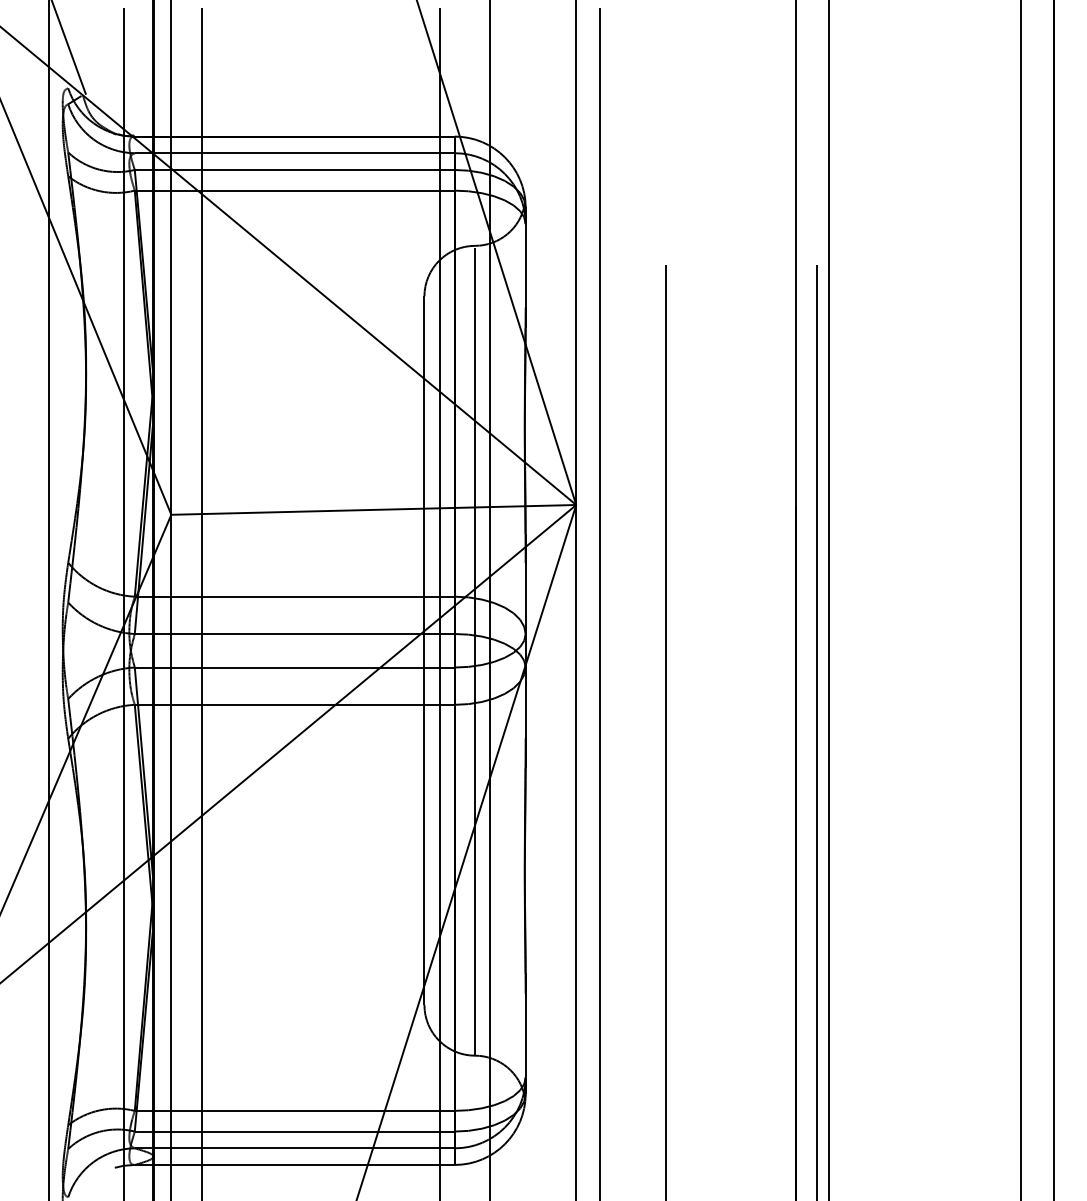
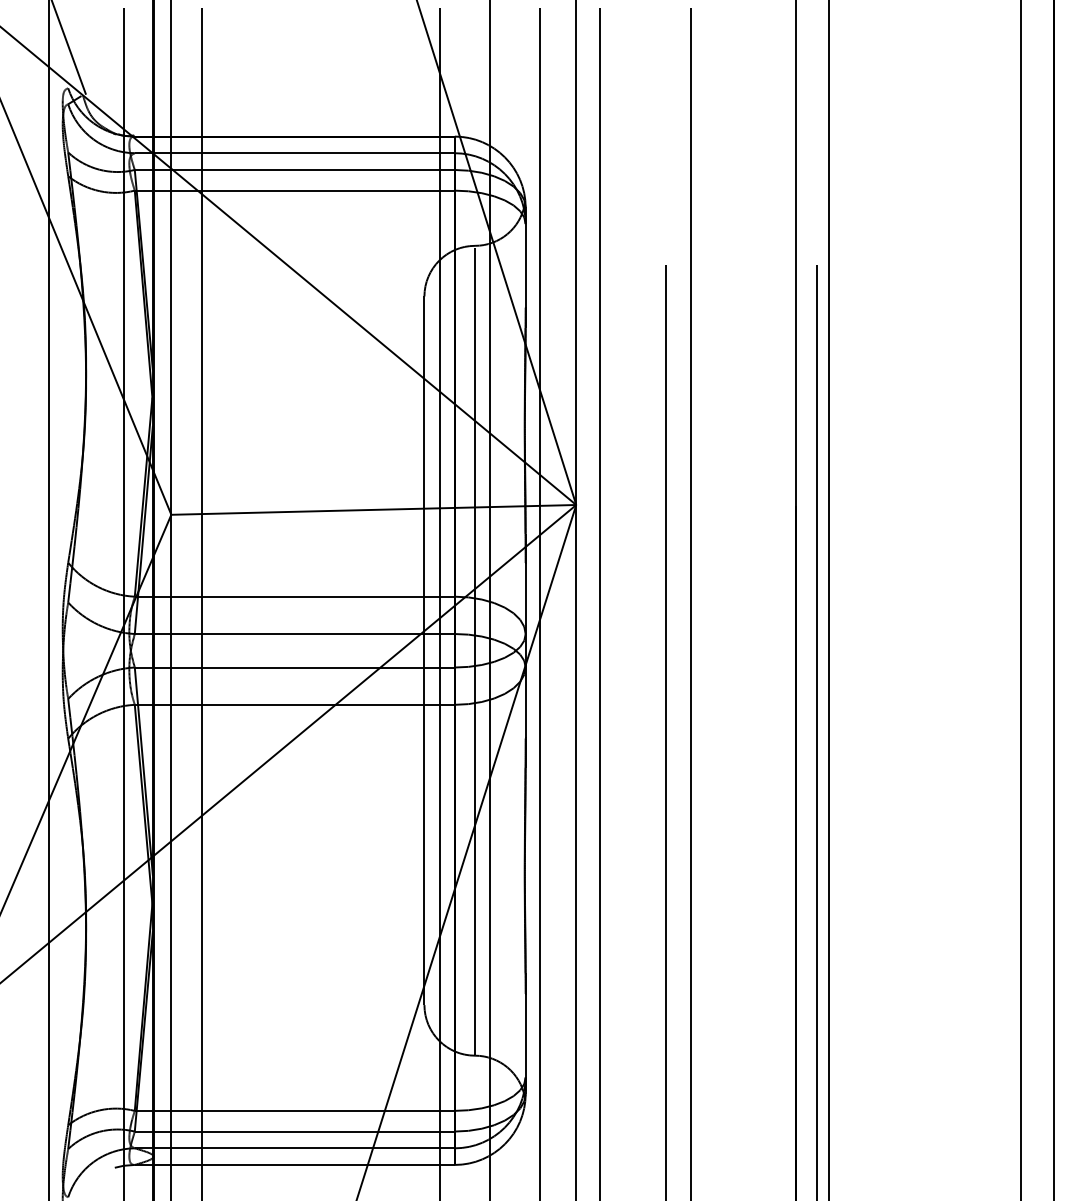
line at (539, 602): none -> present
line at (690, 602): none -> present
